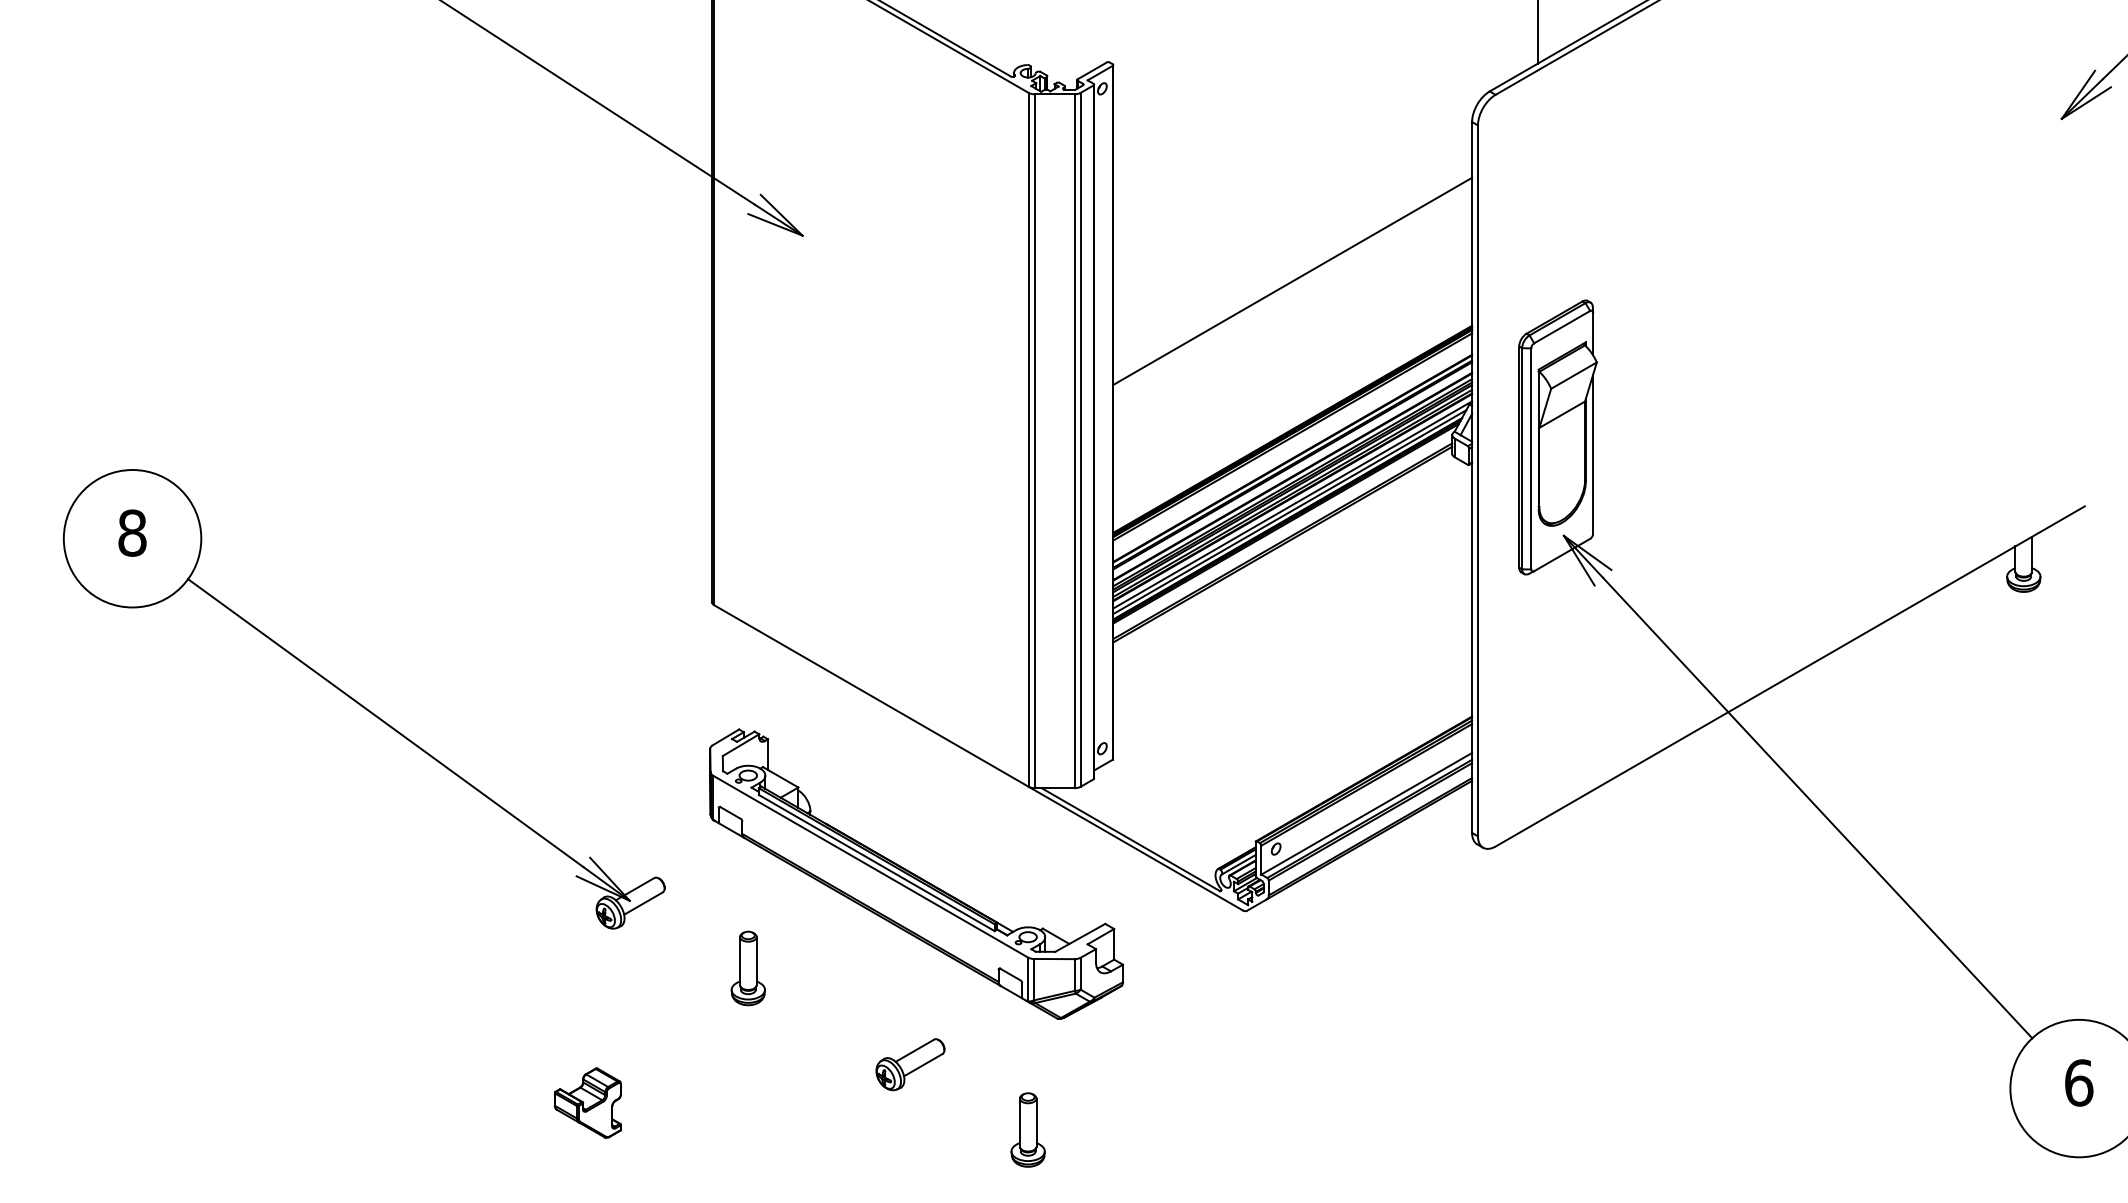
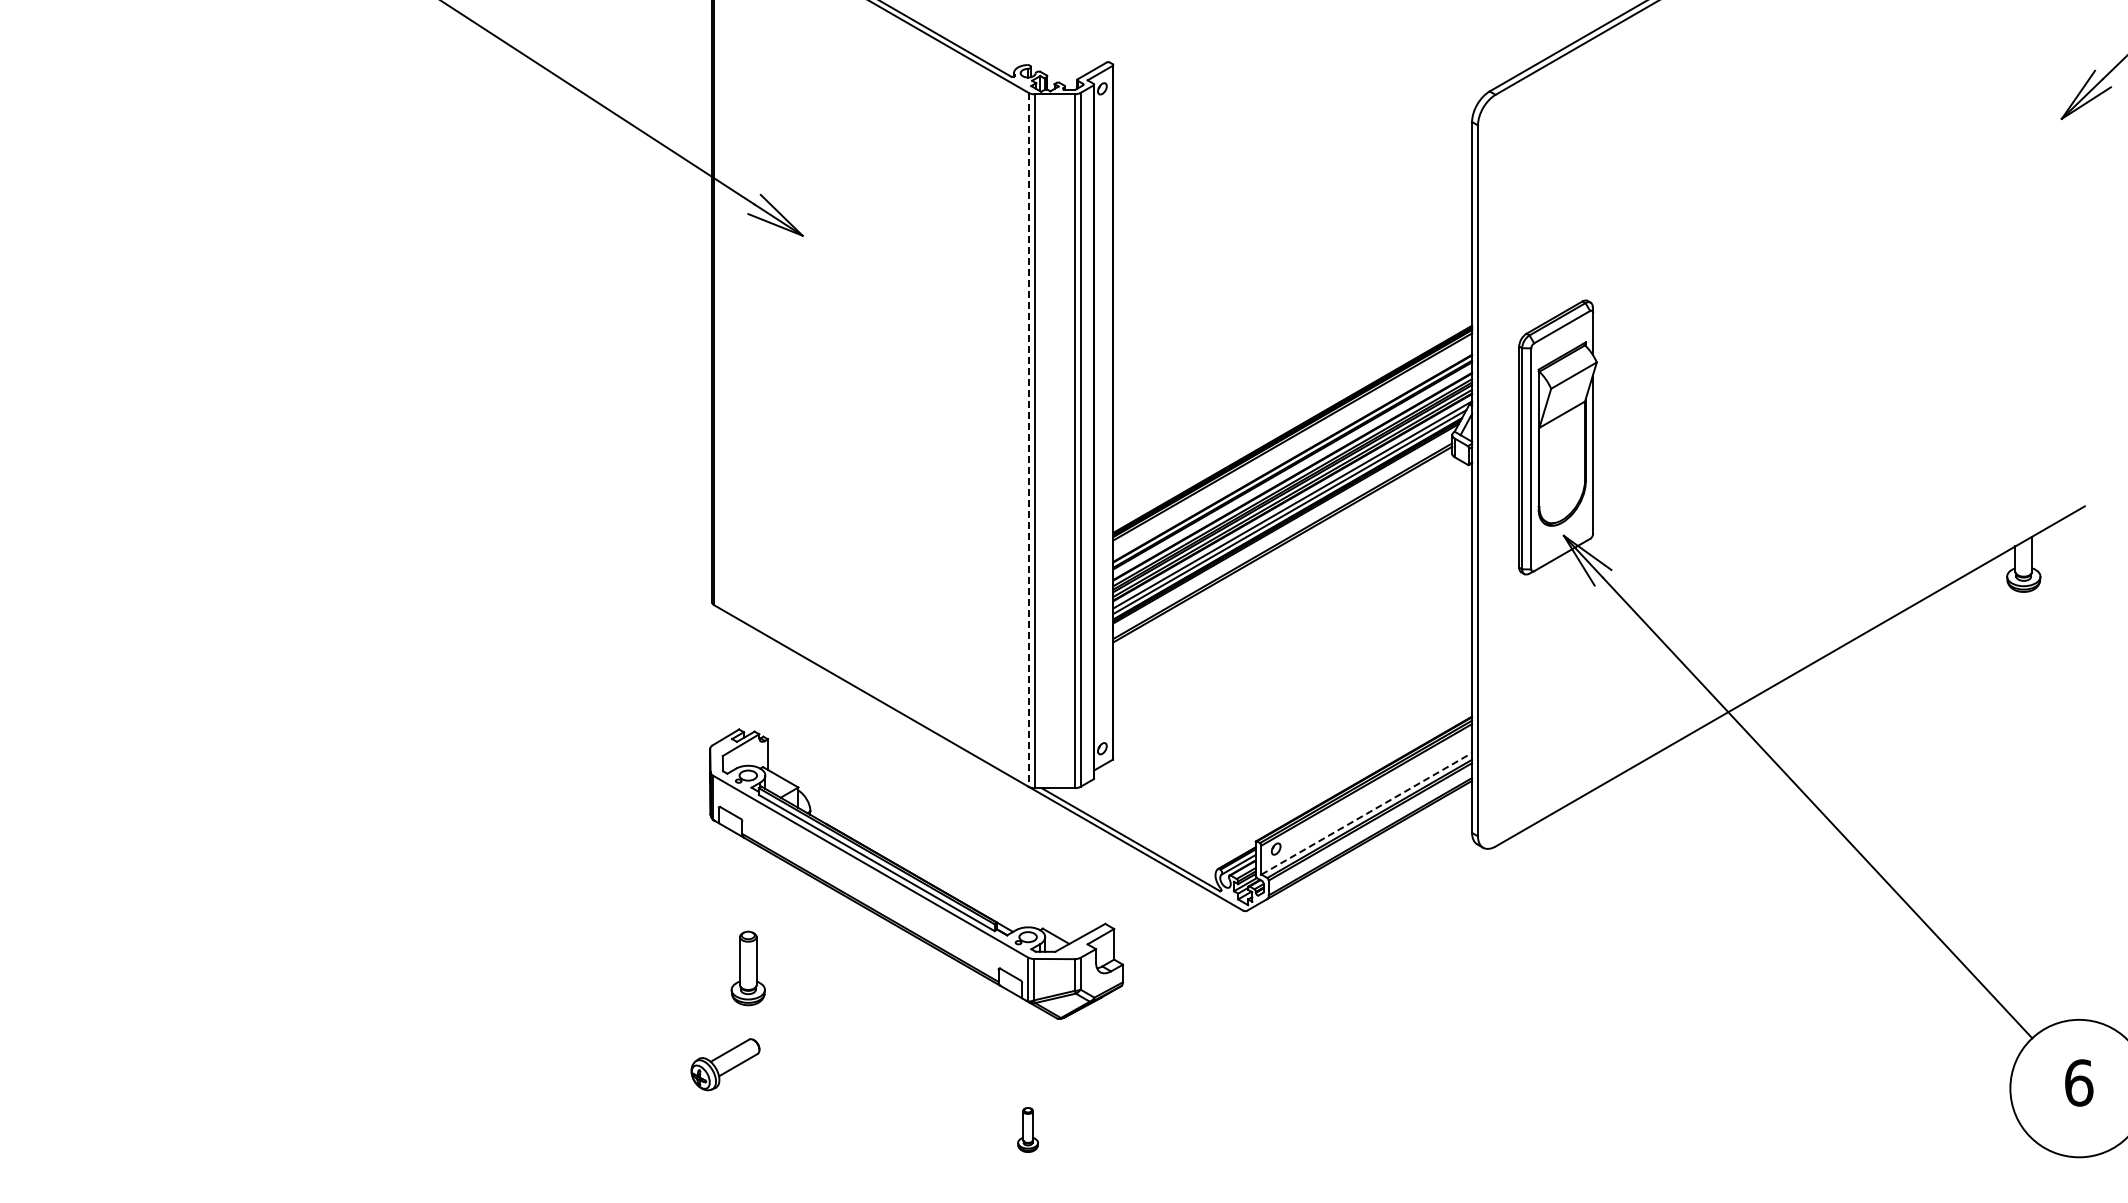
line at (1538, 32): present -> none
line at (1292, 280): present -> none
line at (1028, 439): solid -> dashed
part at (364, 699): present -> none
line at (1366, 813): solid -> dashed
part at (910, 1064) position: (910, 1064) -> (725, 1064)
part at (587, 1102): present -> none
part at (1027, 1129) size: 36x76 px -> 22x46 px
